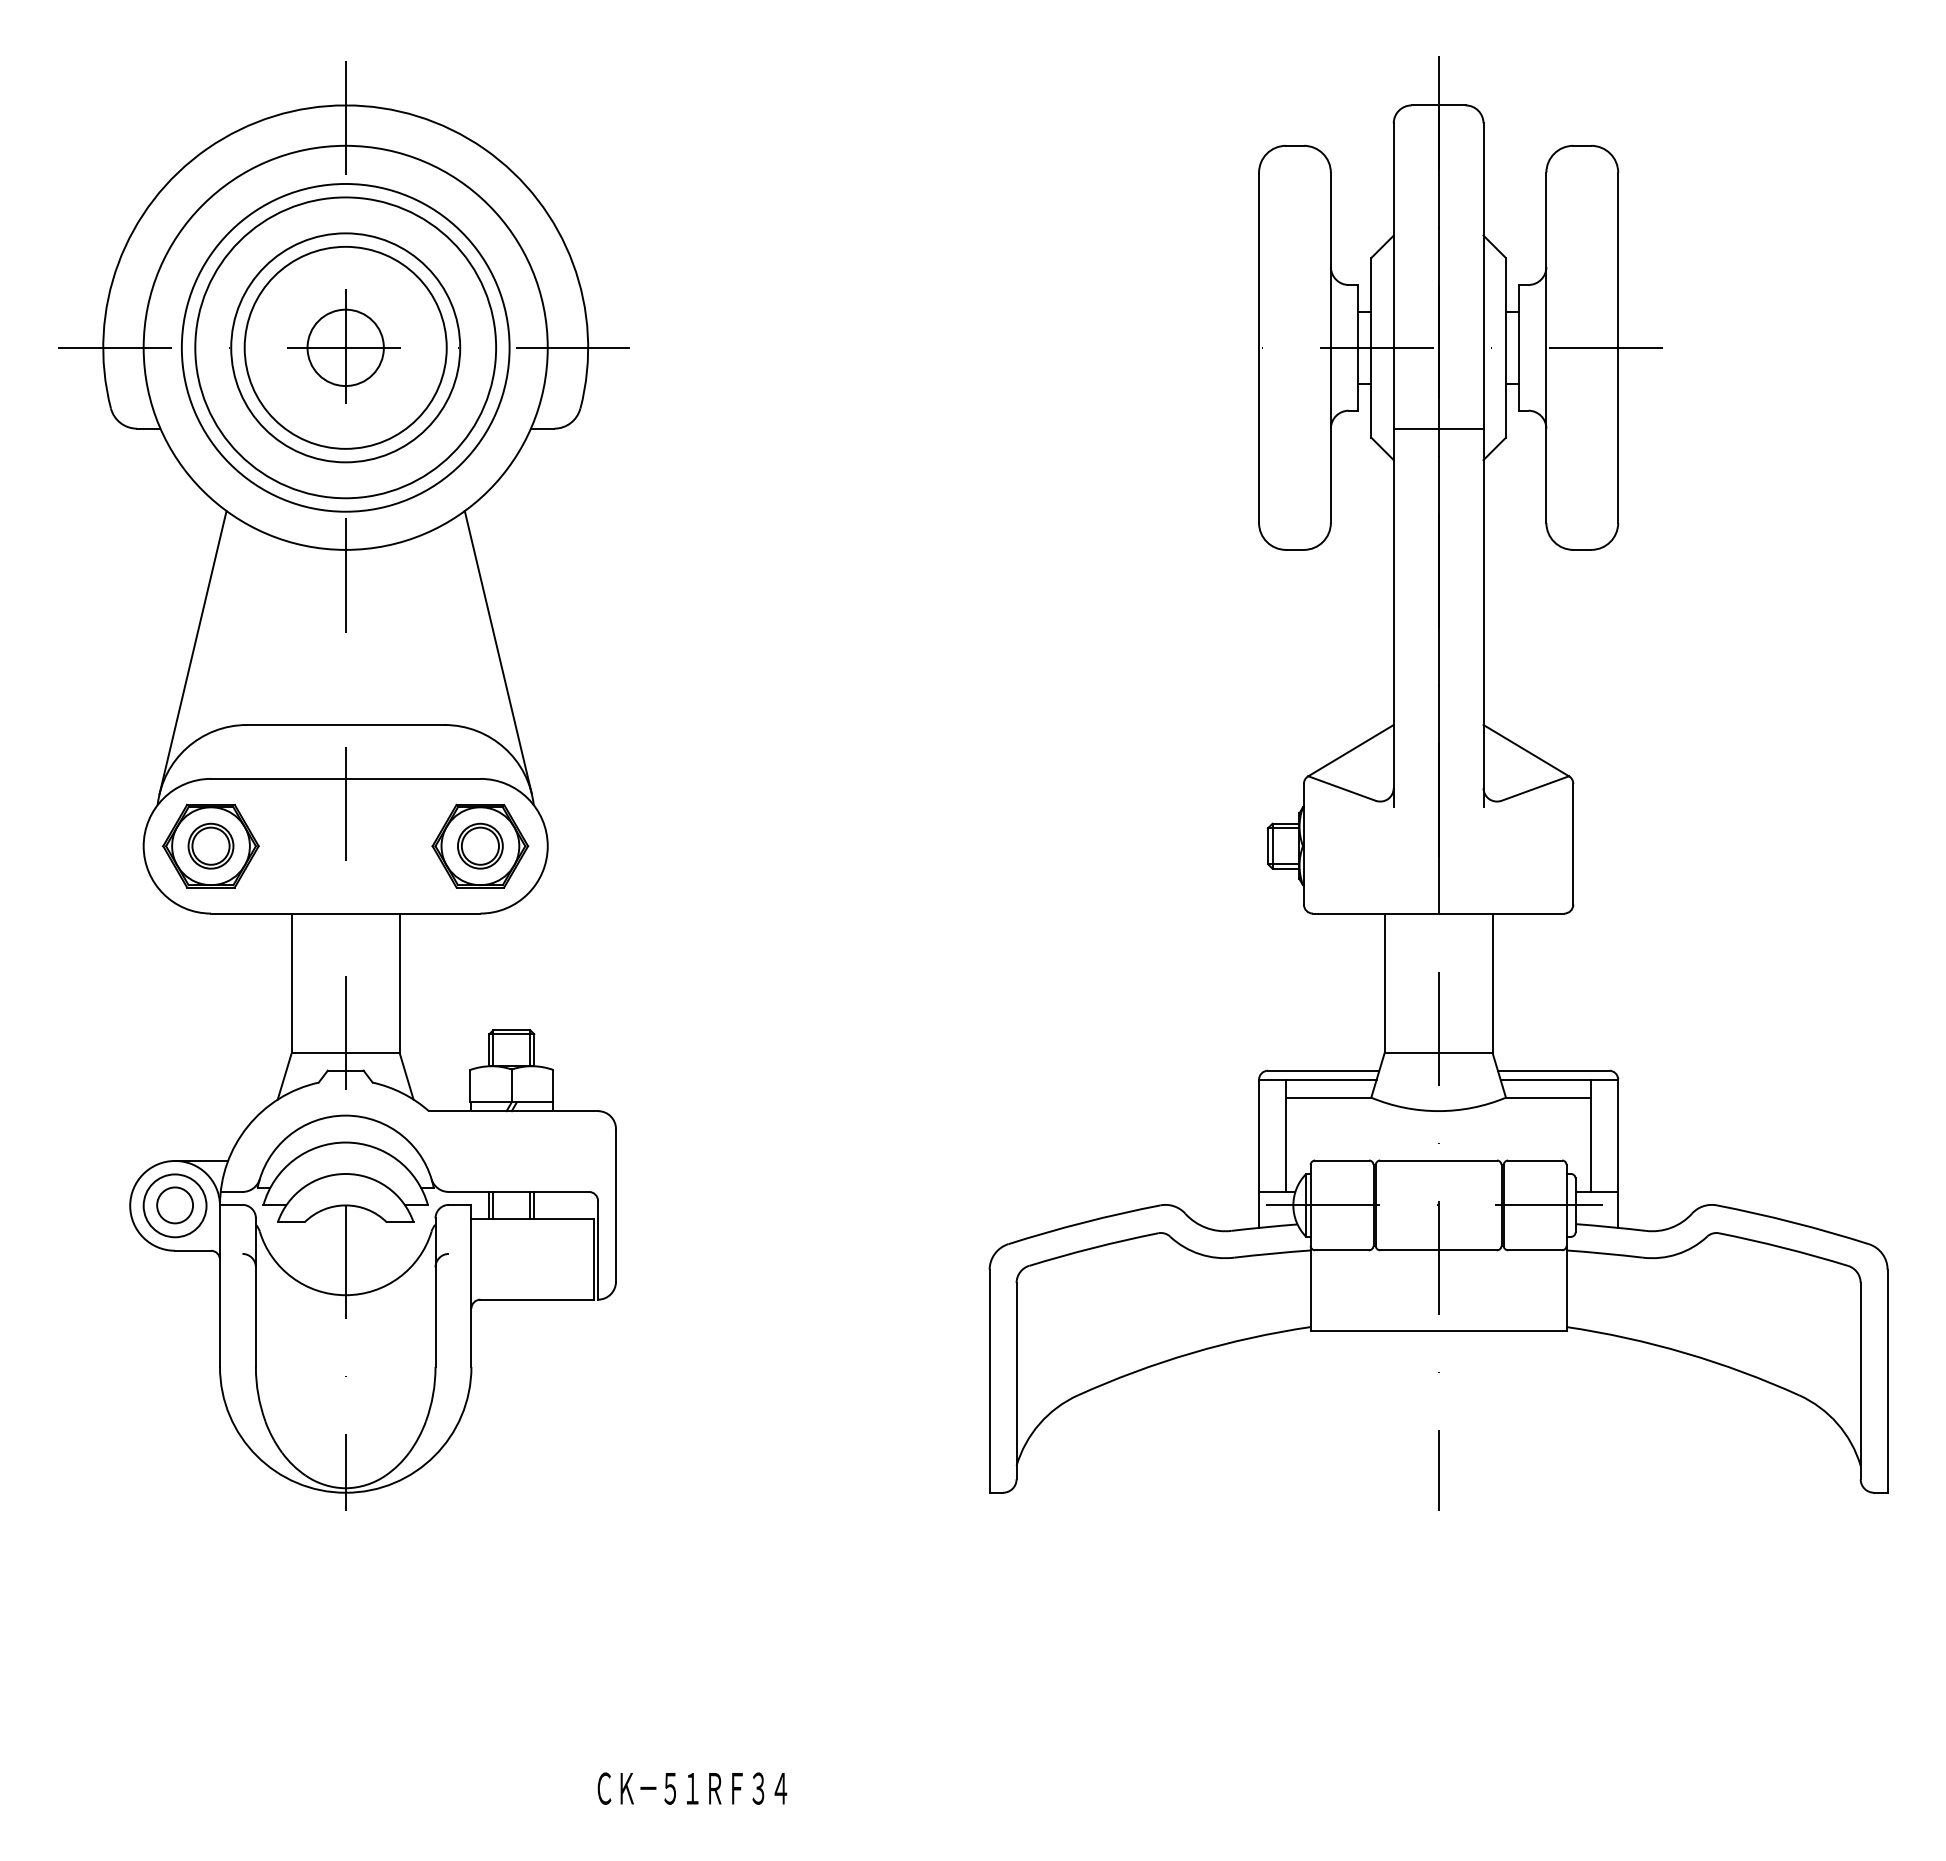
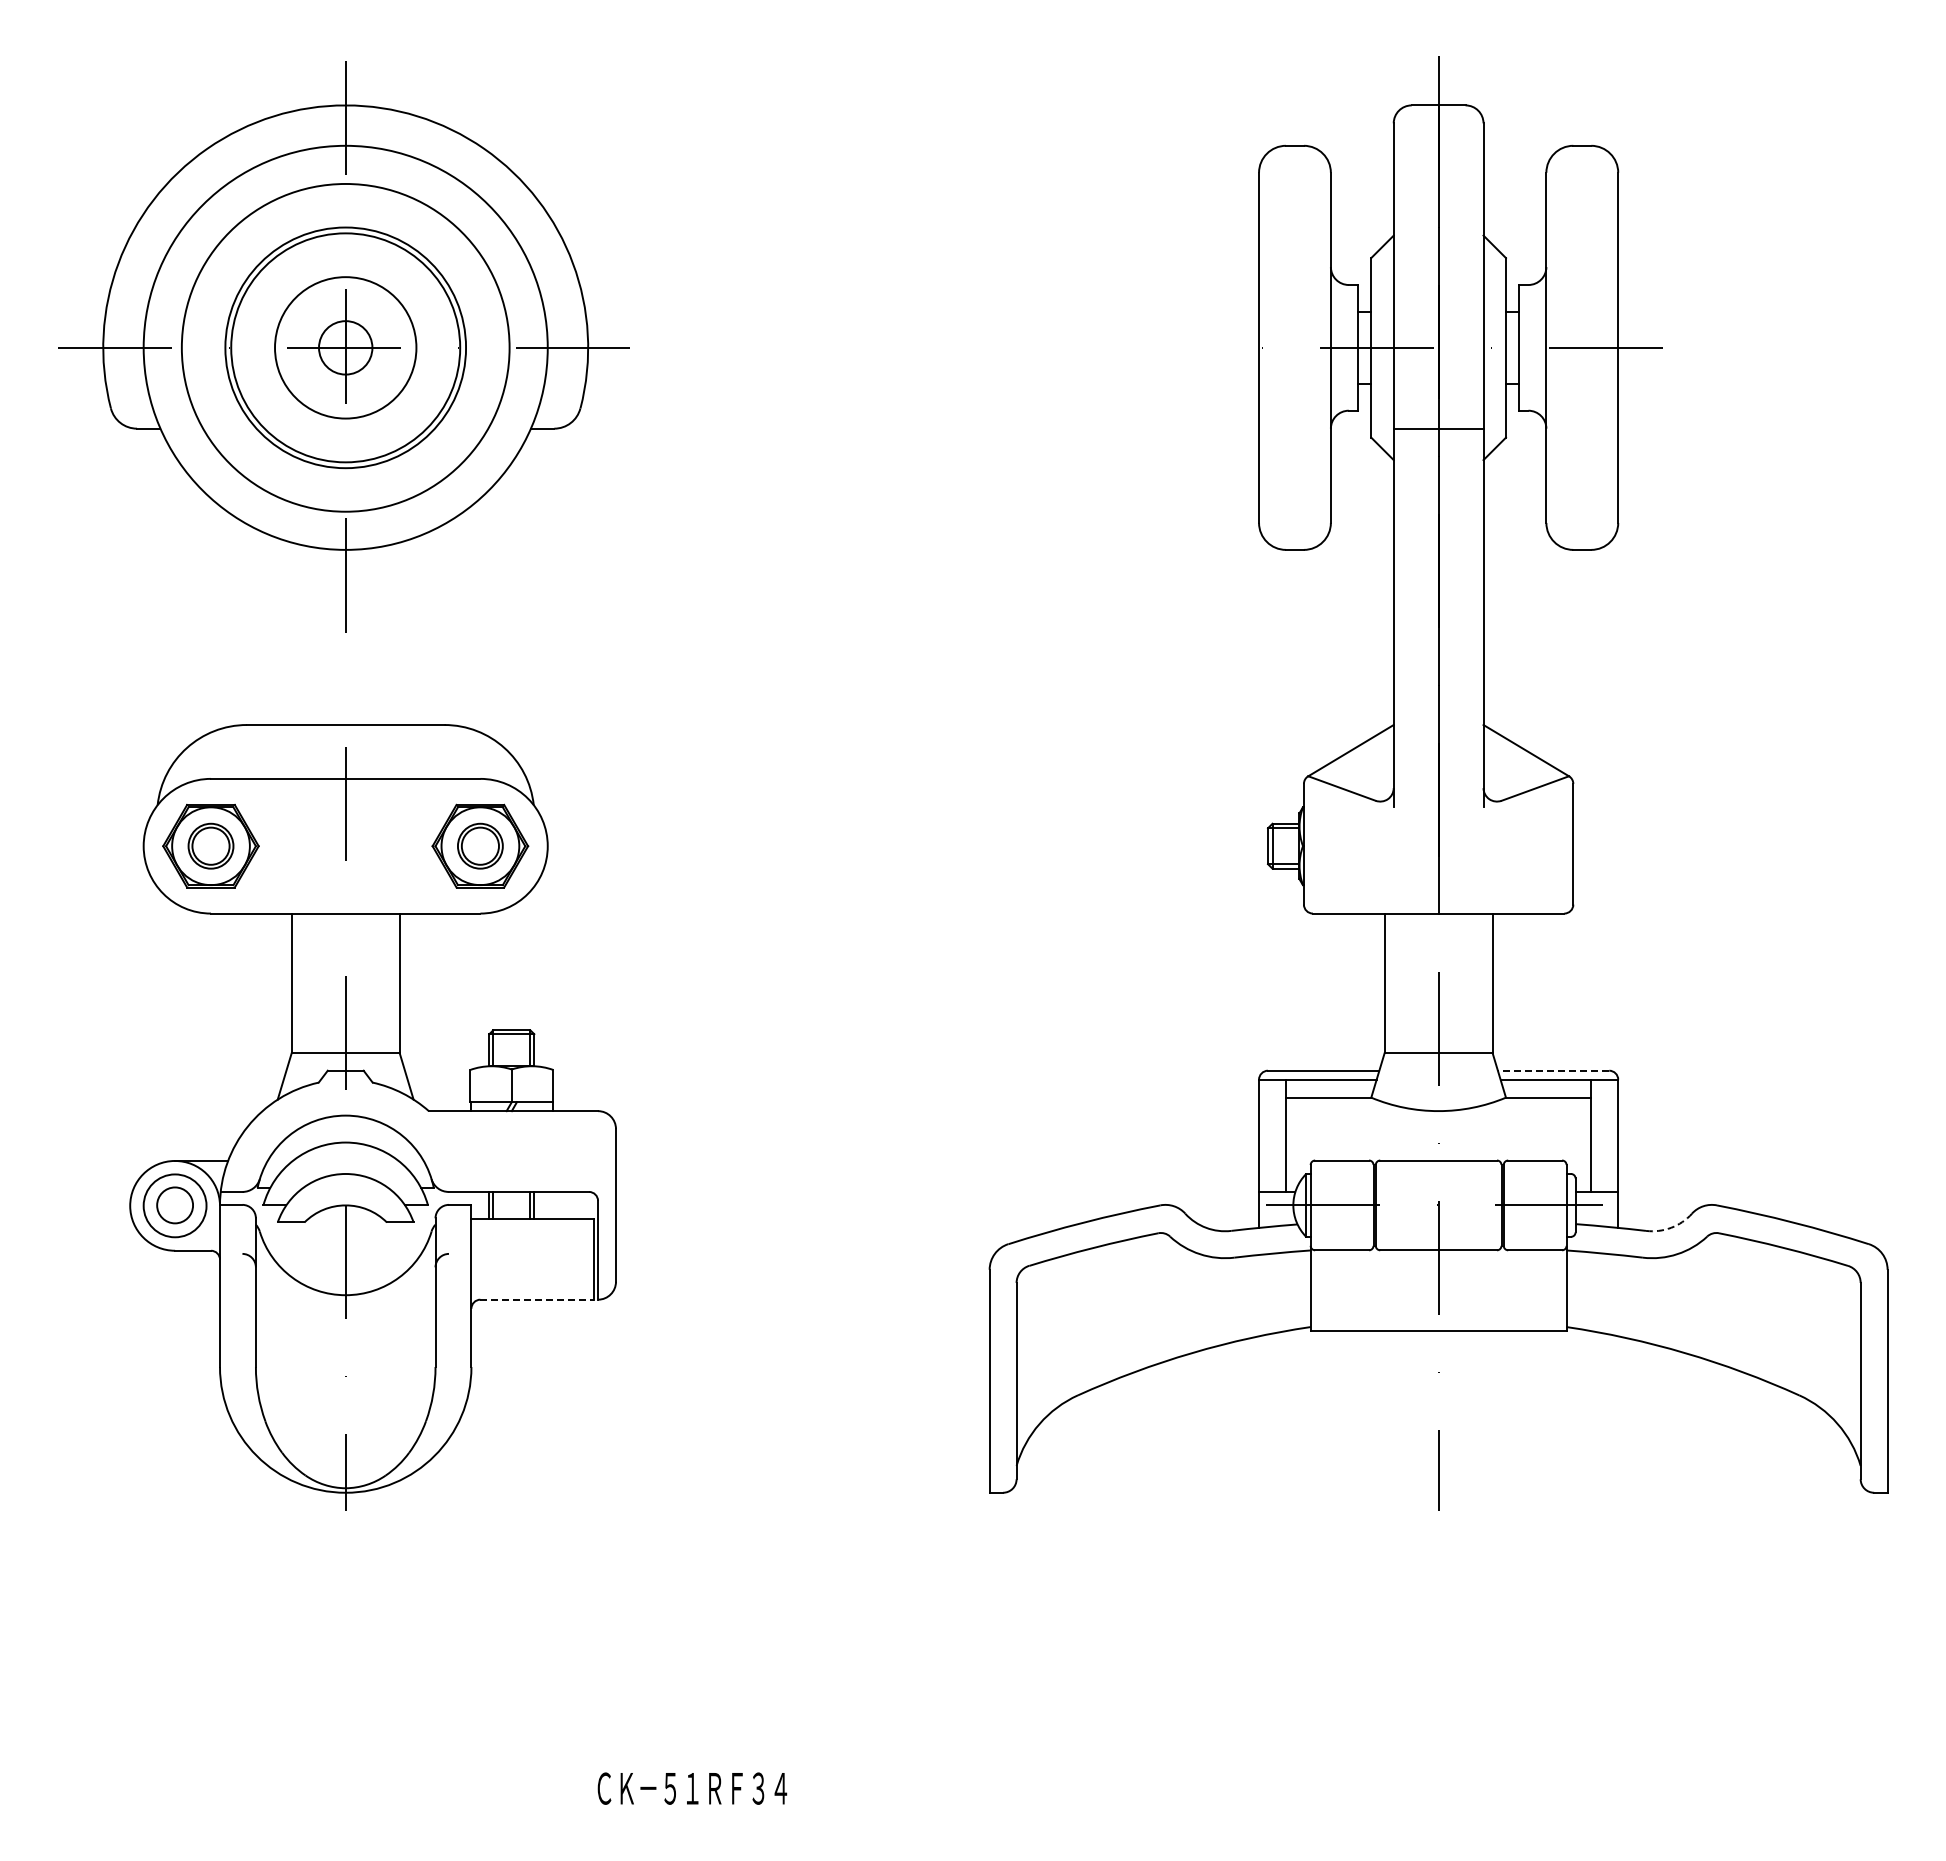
circle at (345, 347) diameter: 202 px -> 141 px
circle at (345, 347) diameter: 301 px -> 241 px
circle at (345, 347) diameter: 76 px -> 53 px
line at (192, 652): present -> none
line at (497, 652): present -> none
line at (1553, 1070): solid -> dashed
arc at (1671, 1227): solid -> dashed
line at (536, 1299): solid -> dashed
